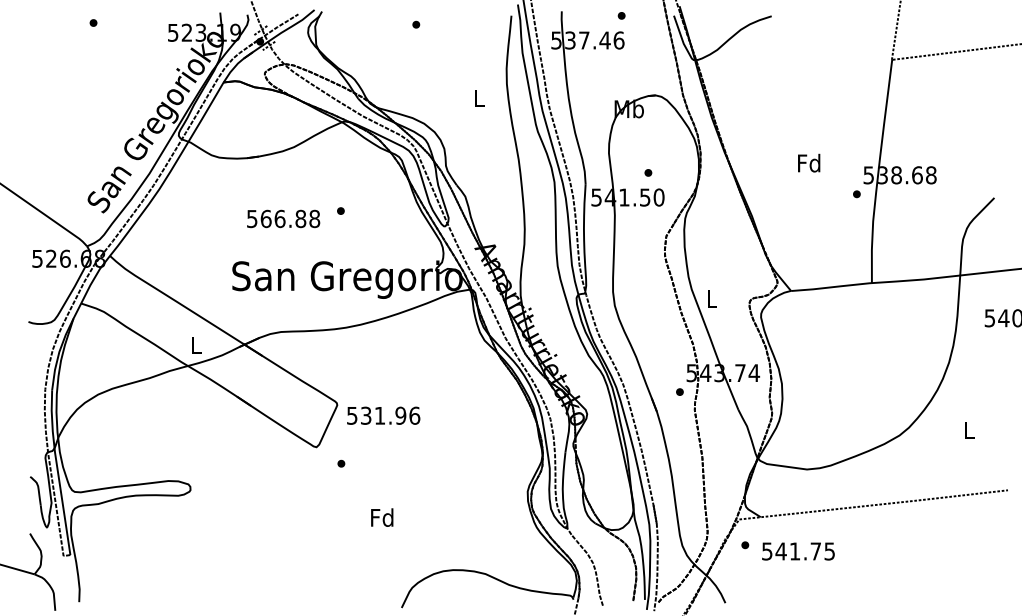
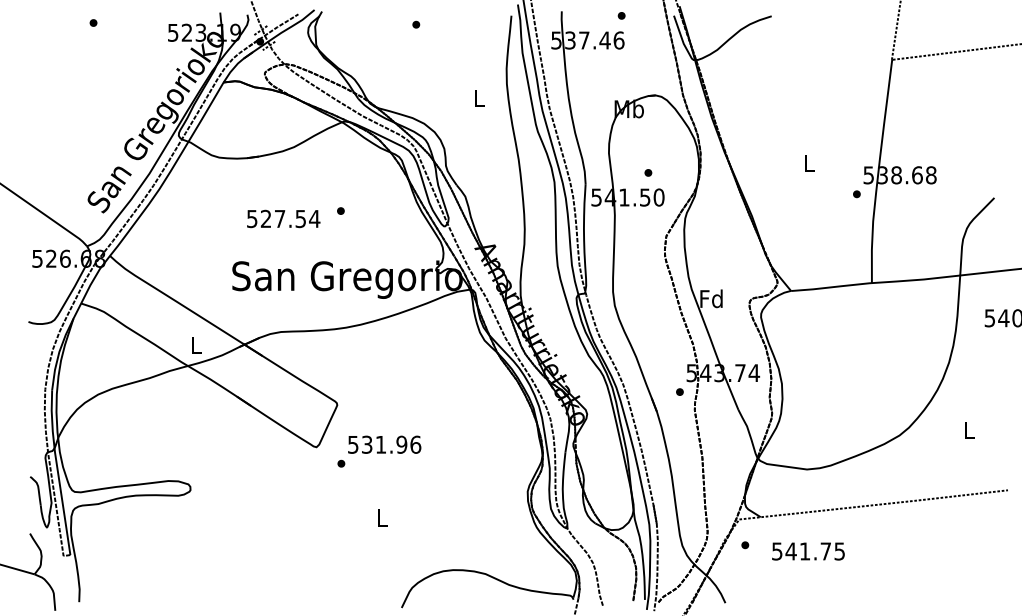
text at (809, 162): Fd -> L
text at (290, 218): 566.88 -> 527.54
text at (711, 298): L -> Fd
text at (383, 415) position: (383, 415) -> (384, 444)
text at (382, 517): Fd -> L
text at (798, 551) position: (798, 551) -> (808, 551)
